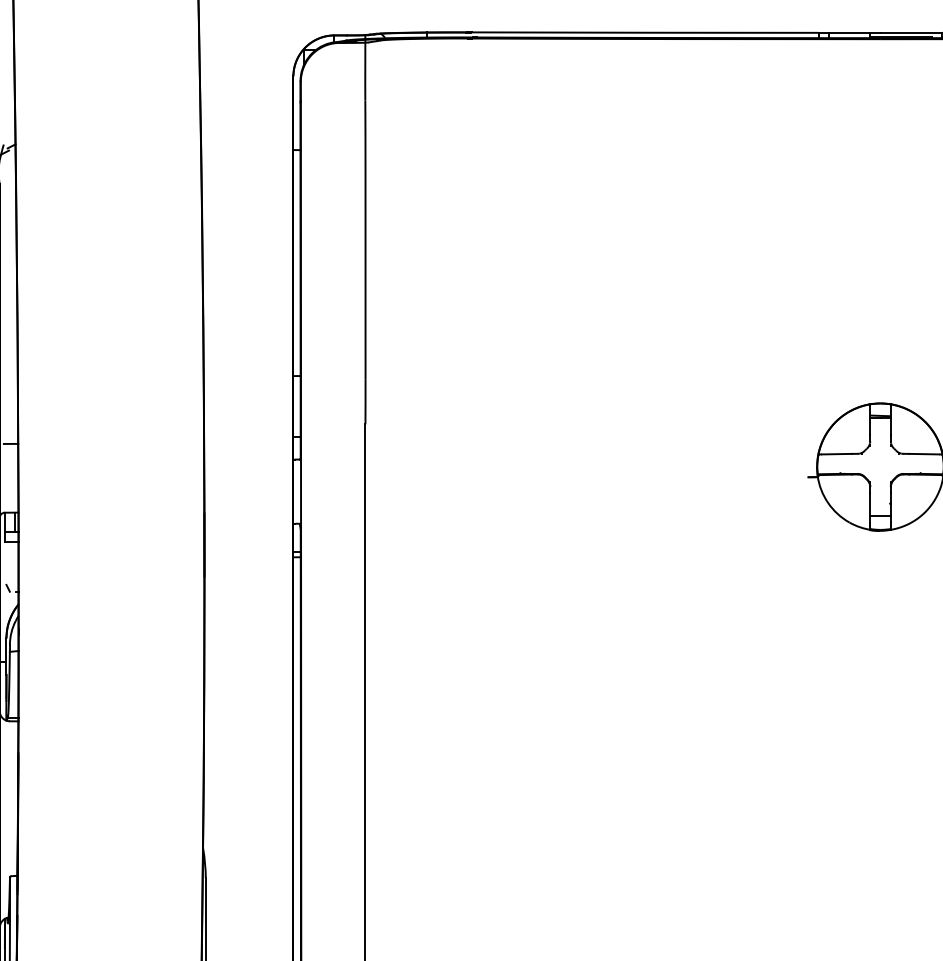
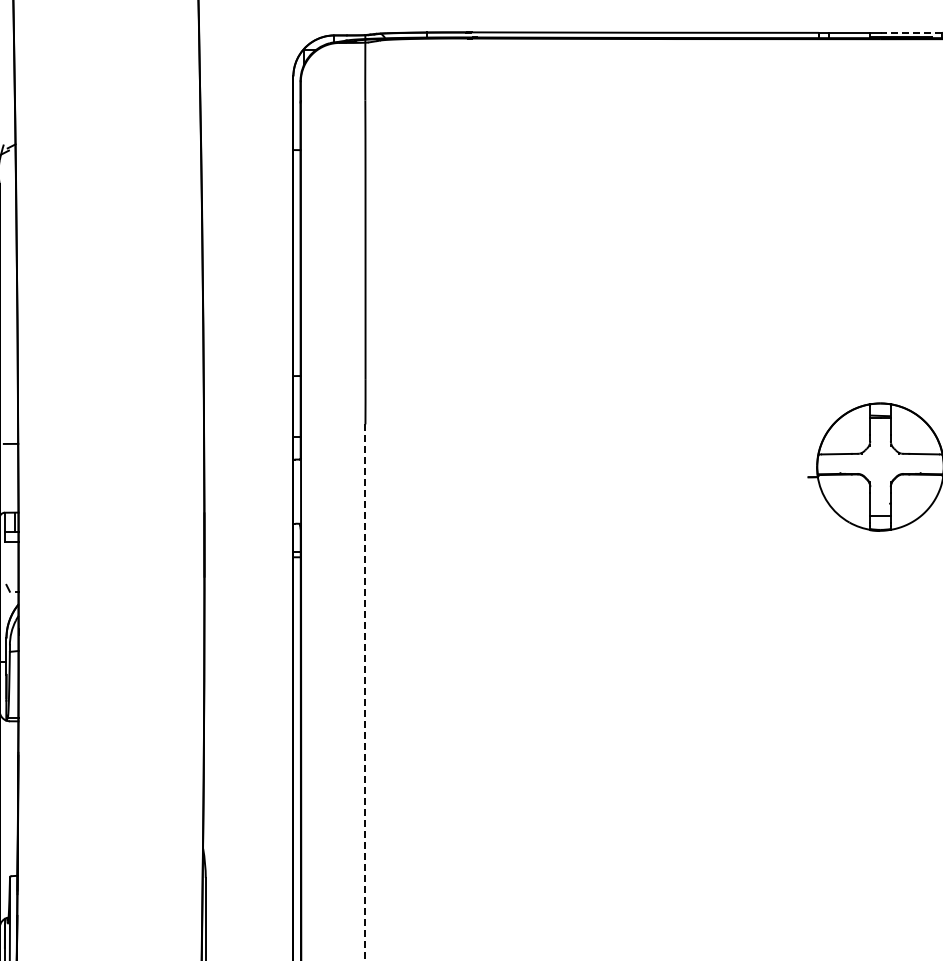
line at (911, 32): solid -> dashed
line at (365, 693): solid -> dashed
